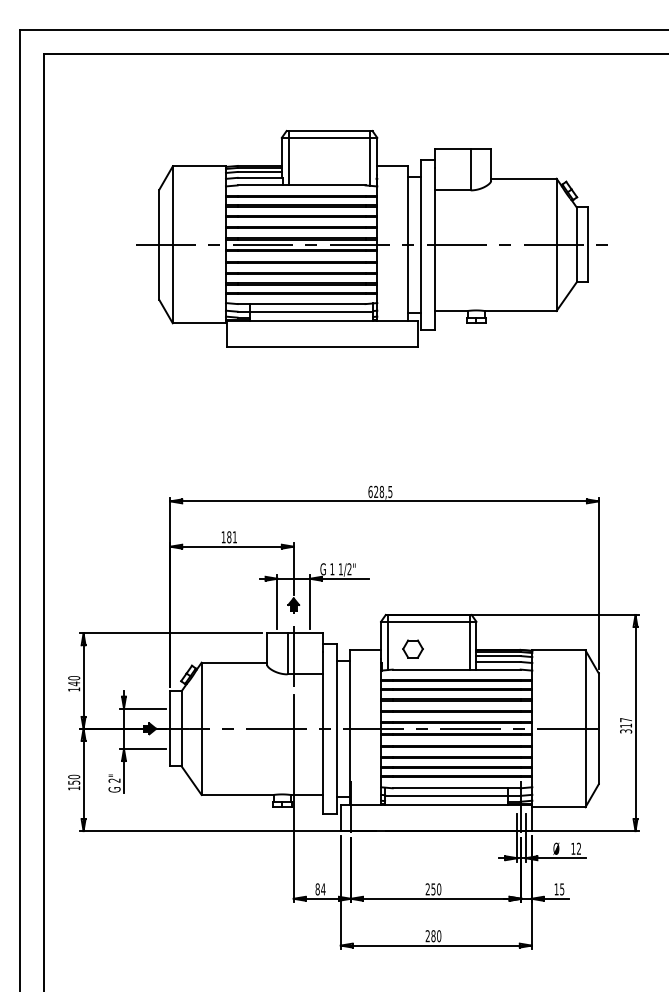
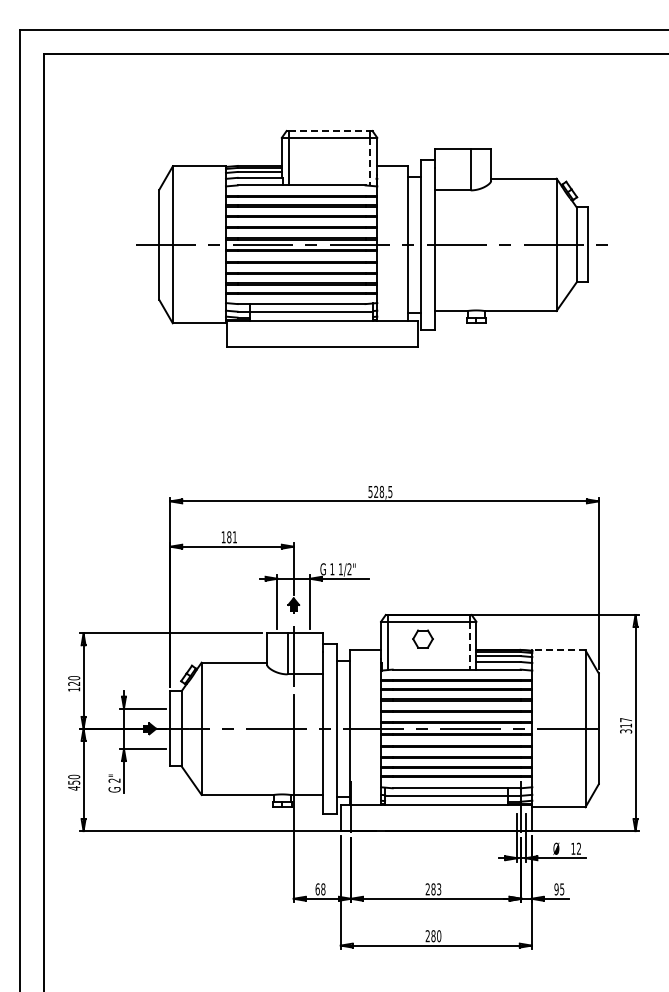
line at (329, 131): solid -> dashed
line at (370, 162): solid -> dashed
text at (370, 491): 628,5 -> 528,5
line at (469, 645): solid -> dashed
part at (412, 648) position: (412, 648) -> (422, 638)
line at (558, 650): solid -> dashed
text at (74, 683): 140 -> 120
text at (74, 788): 150 -> 450
text at (320, 889): 84 -> 68
text at (436, 889): 250 -> 283
text at (556, 889): 15 -> 95
